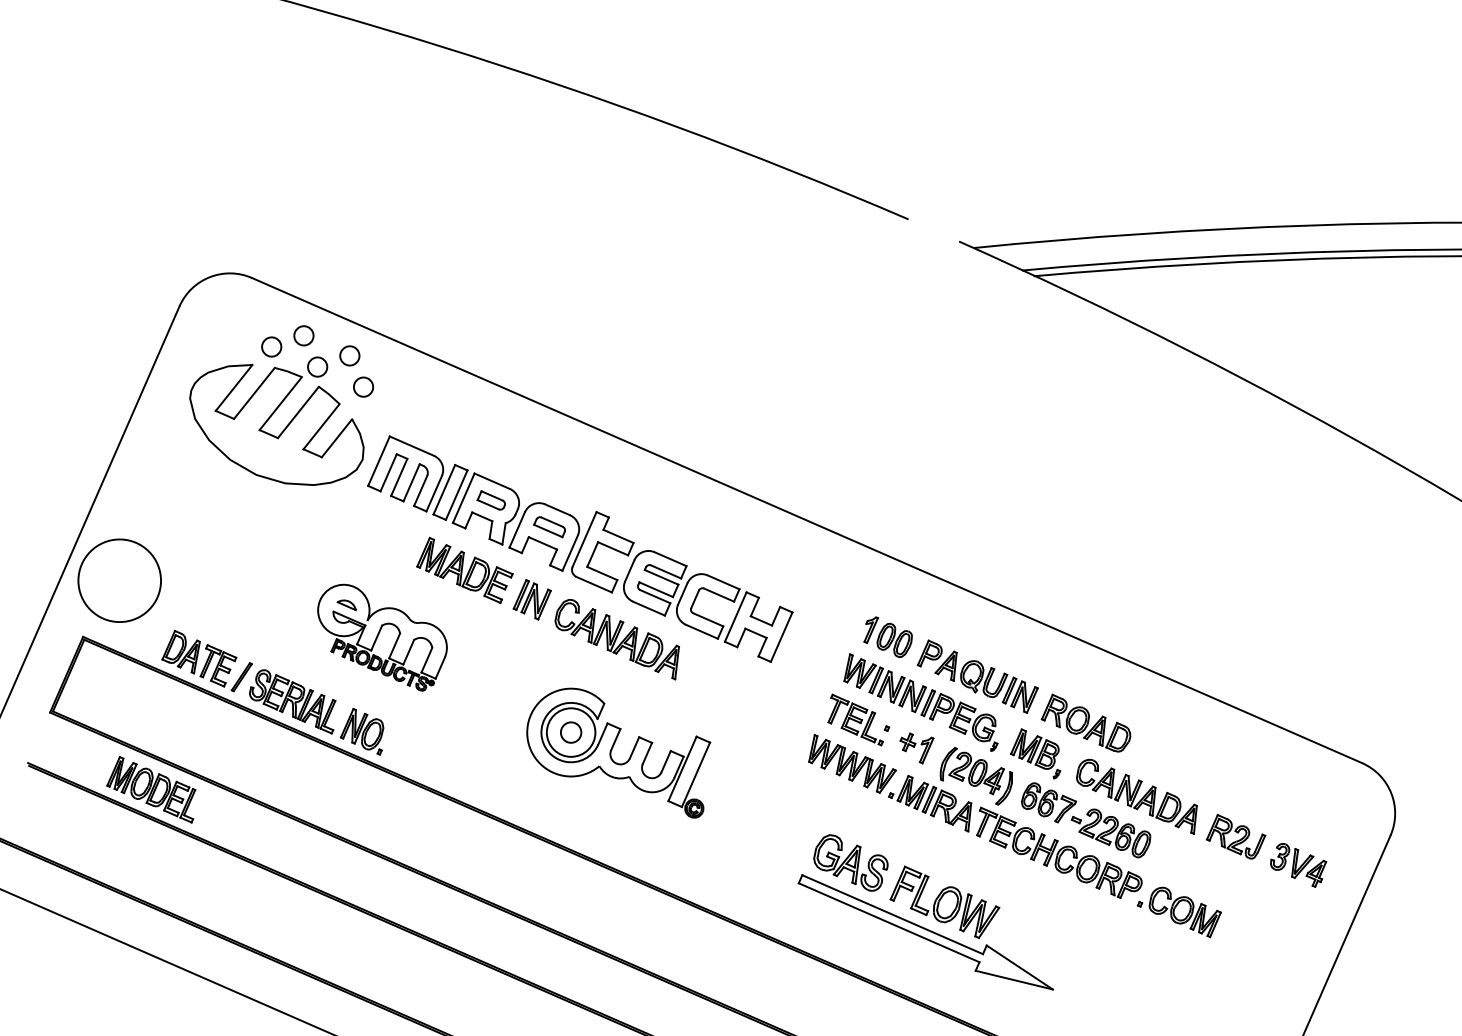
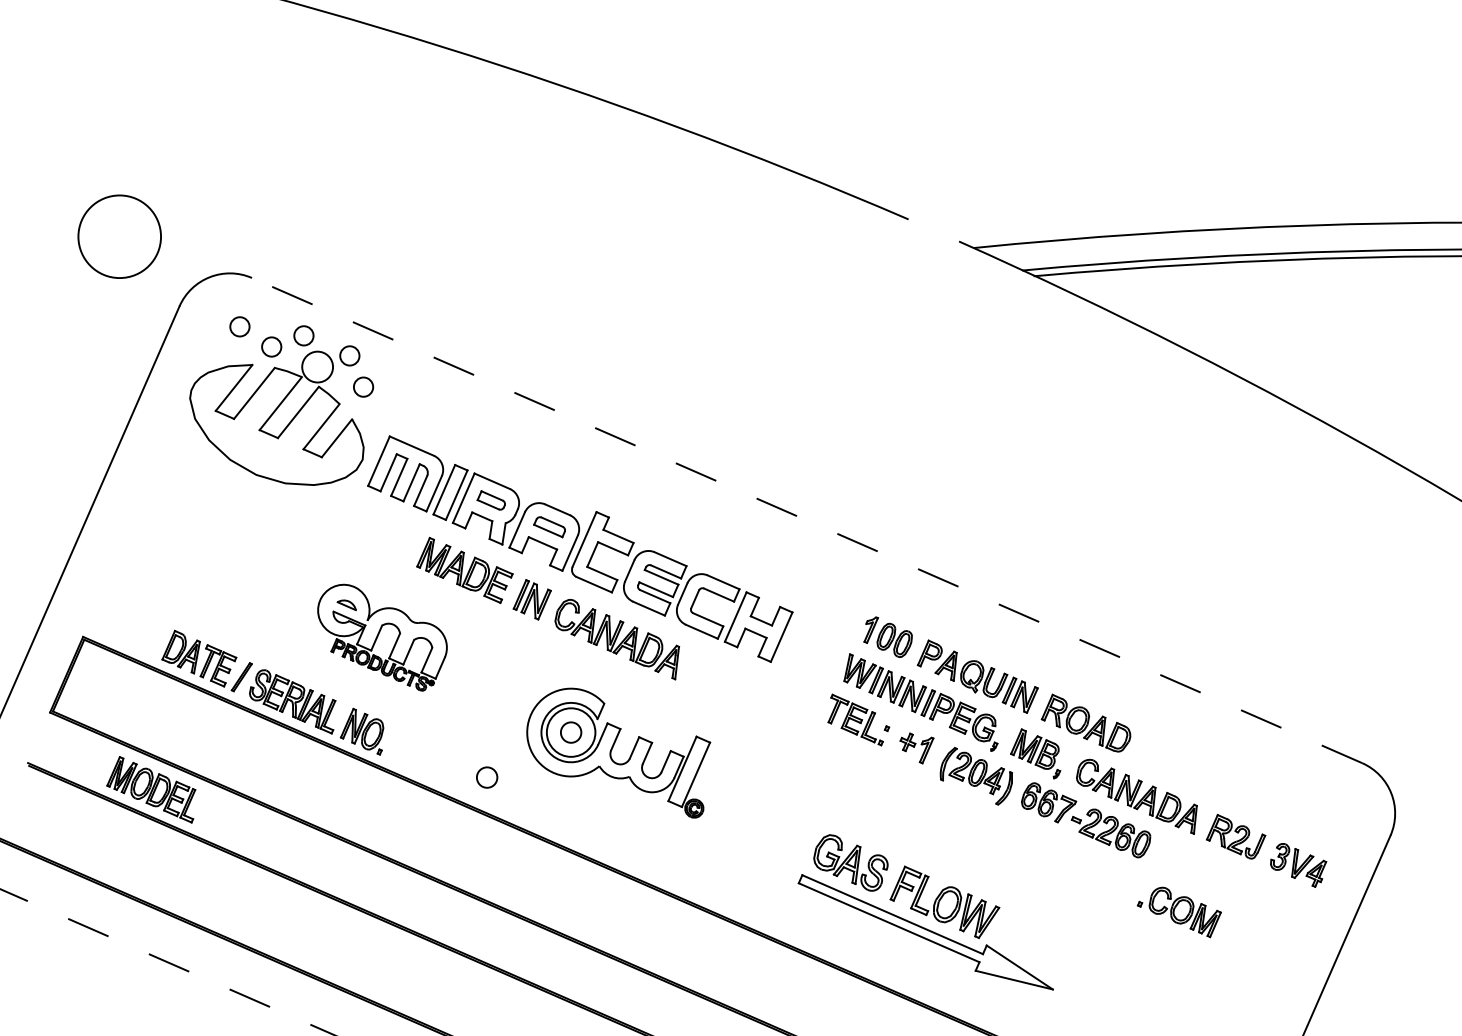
circle at (239, 326): none -> present
circle at (317, 366) diameter: 19 px -> 31 px
line at (807, 520): solid -> dashed
circle at (119, 580) position: (119, 580) -> (119, 236)
circle at (487, 777): none -> present
part at (975, 816): present -> none
line at (167, 962): solid -> dashed
